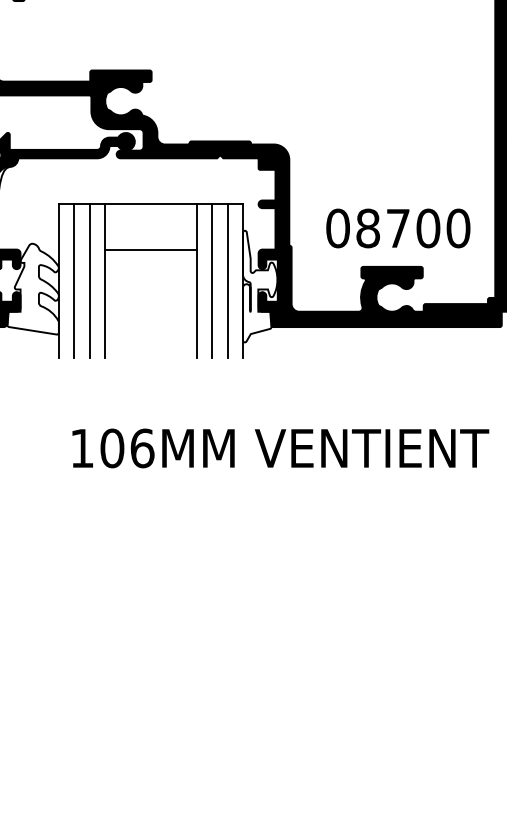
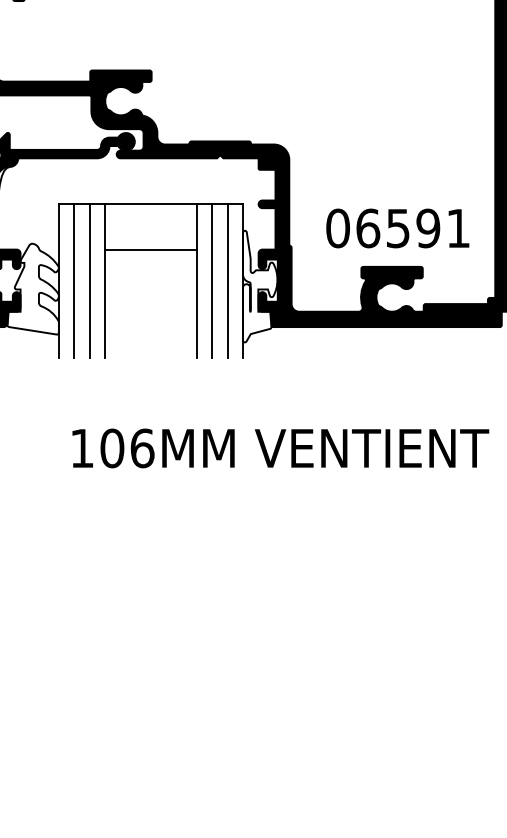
text at (413, 228): 08700 -> 06591
